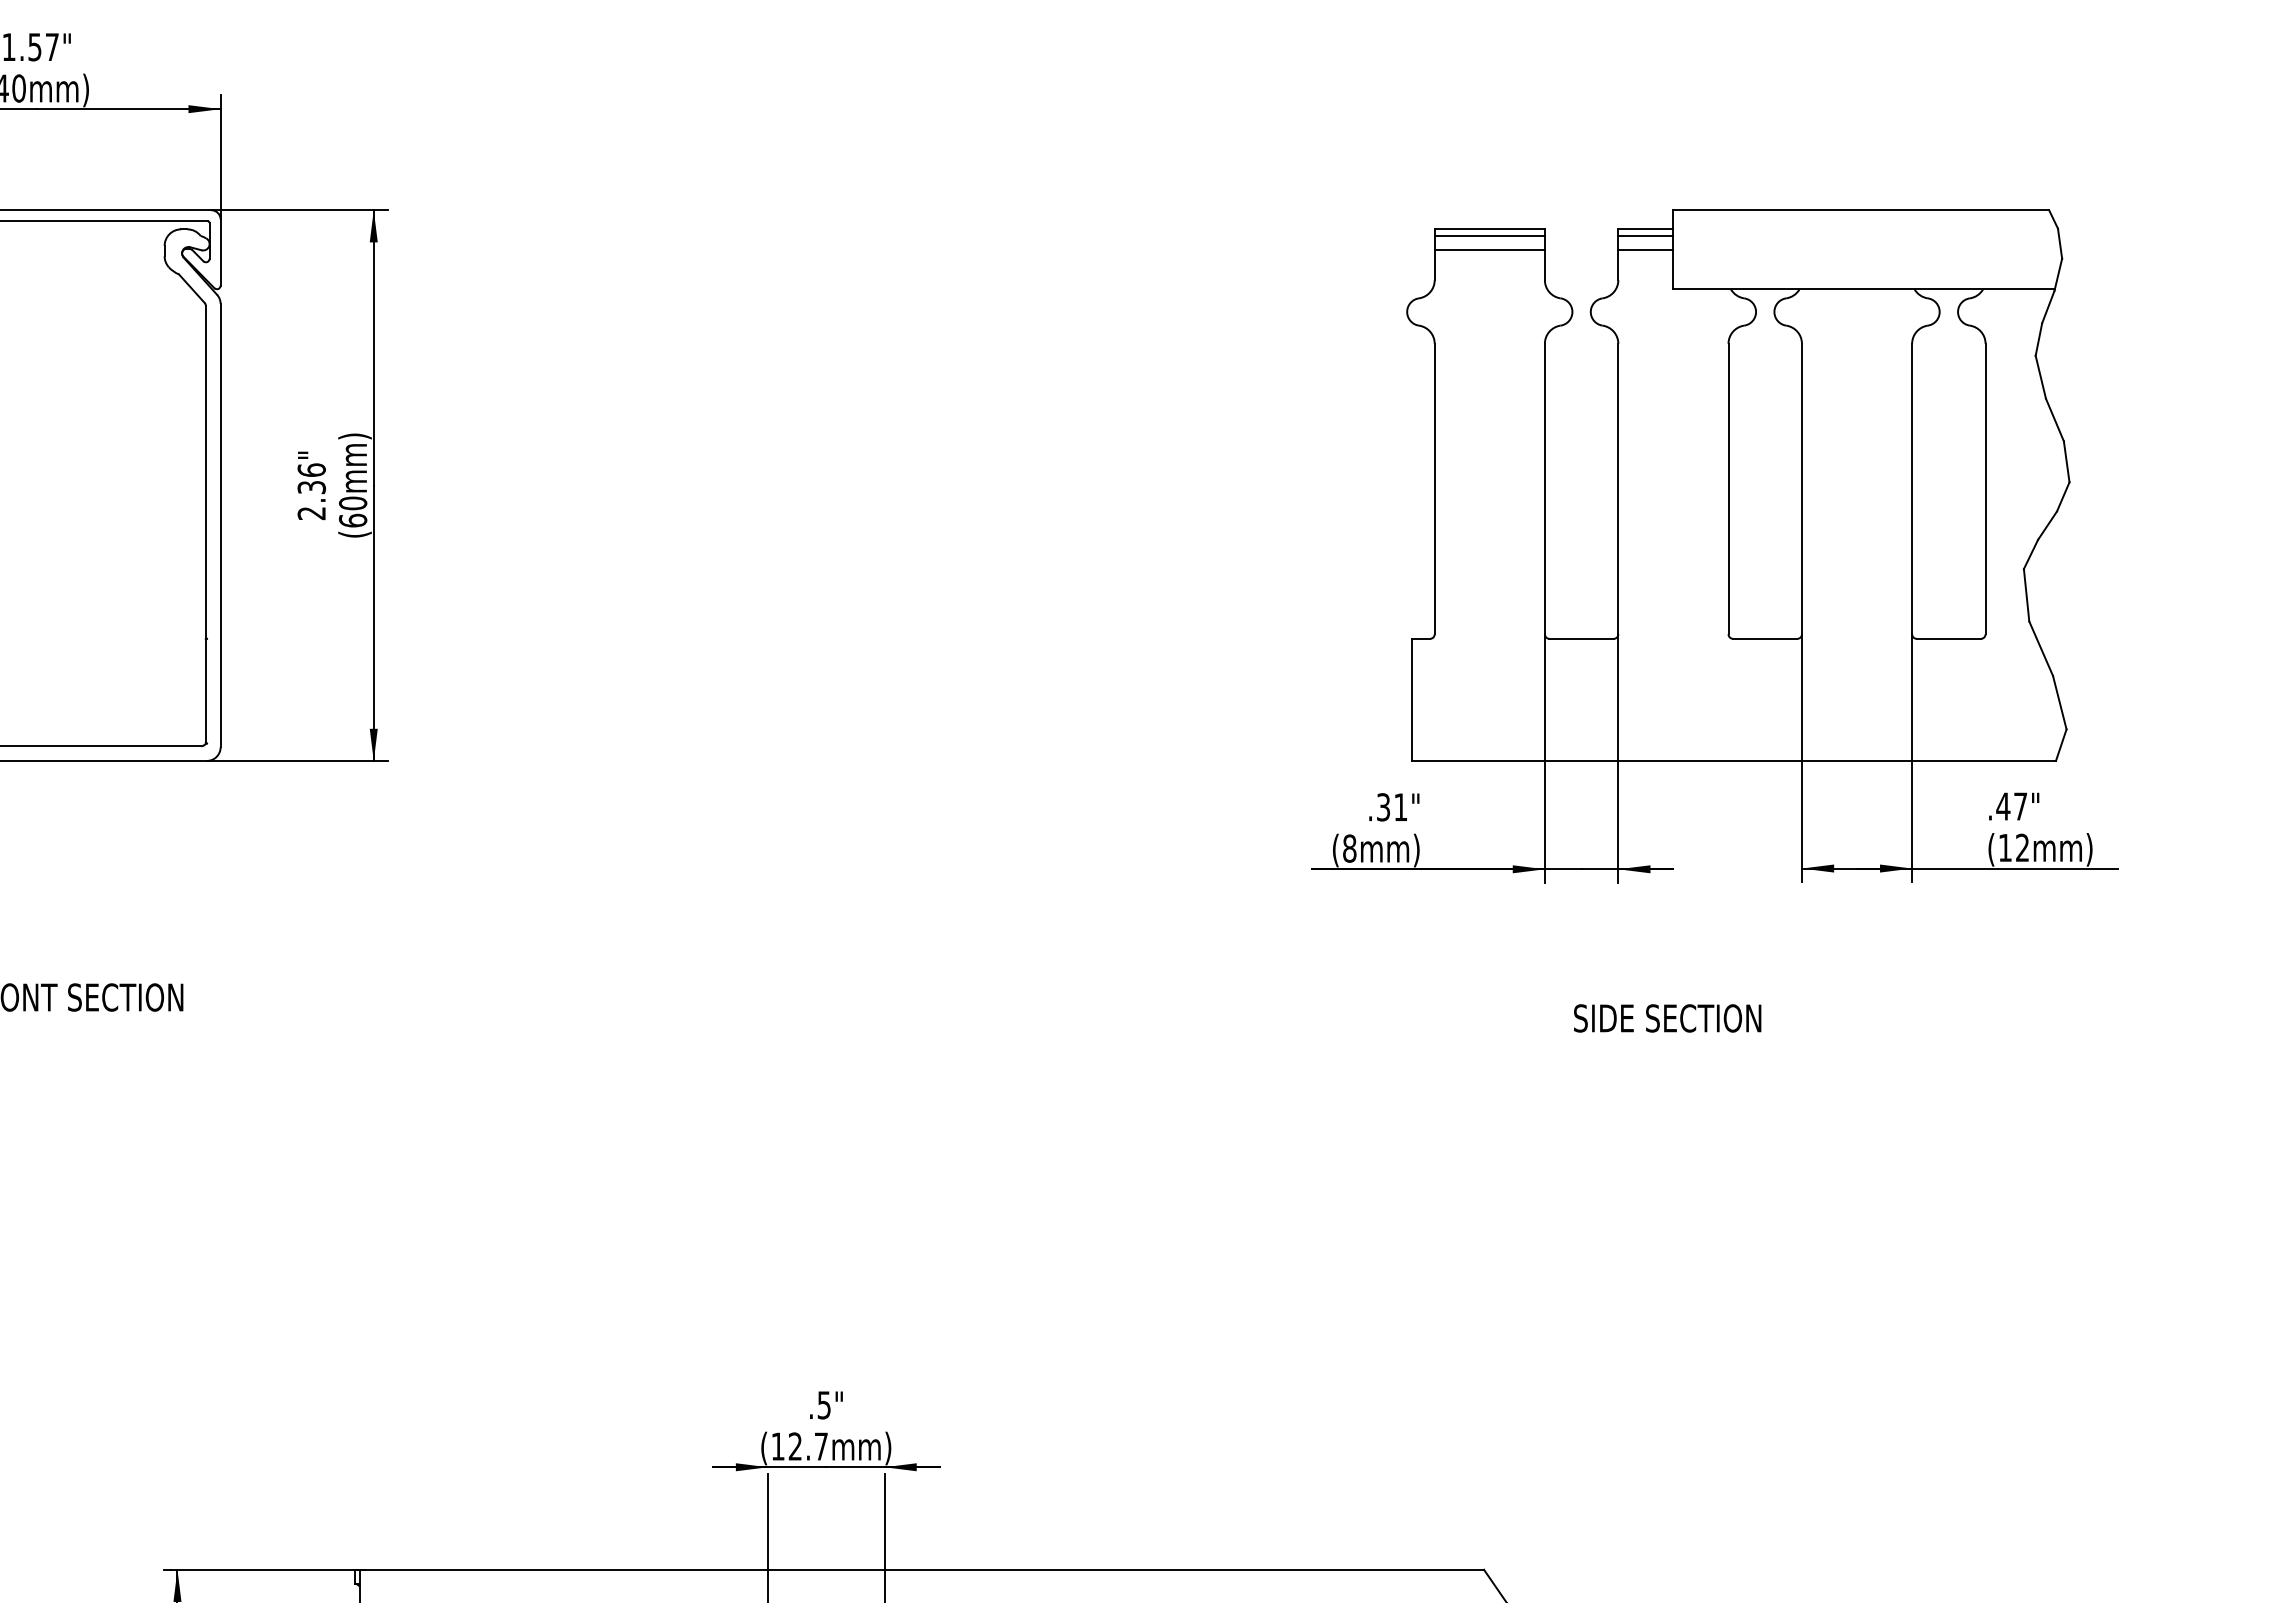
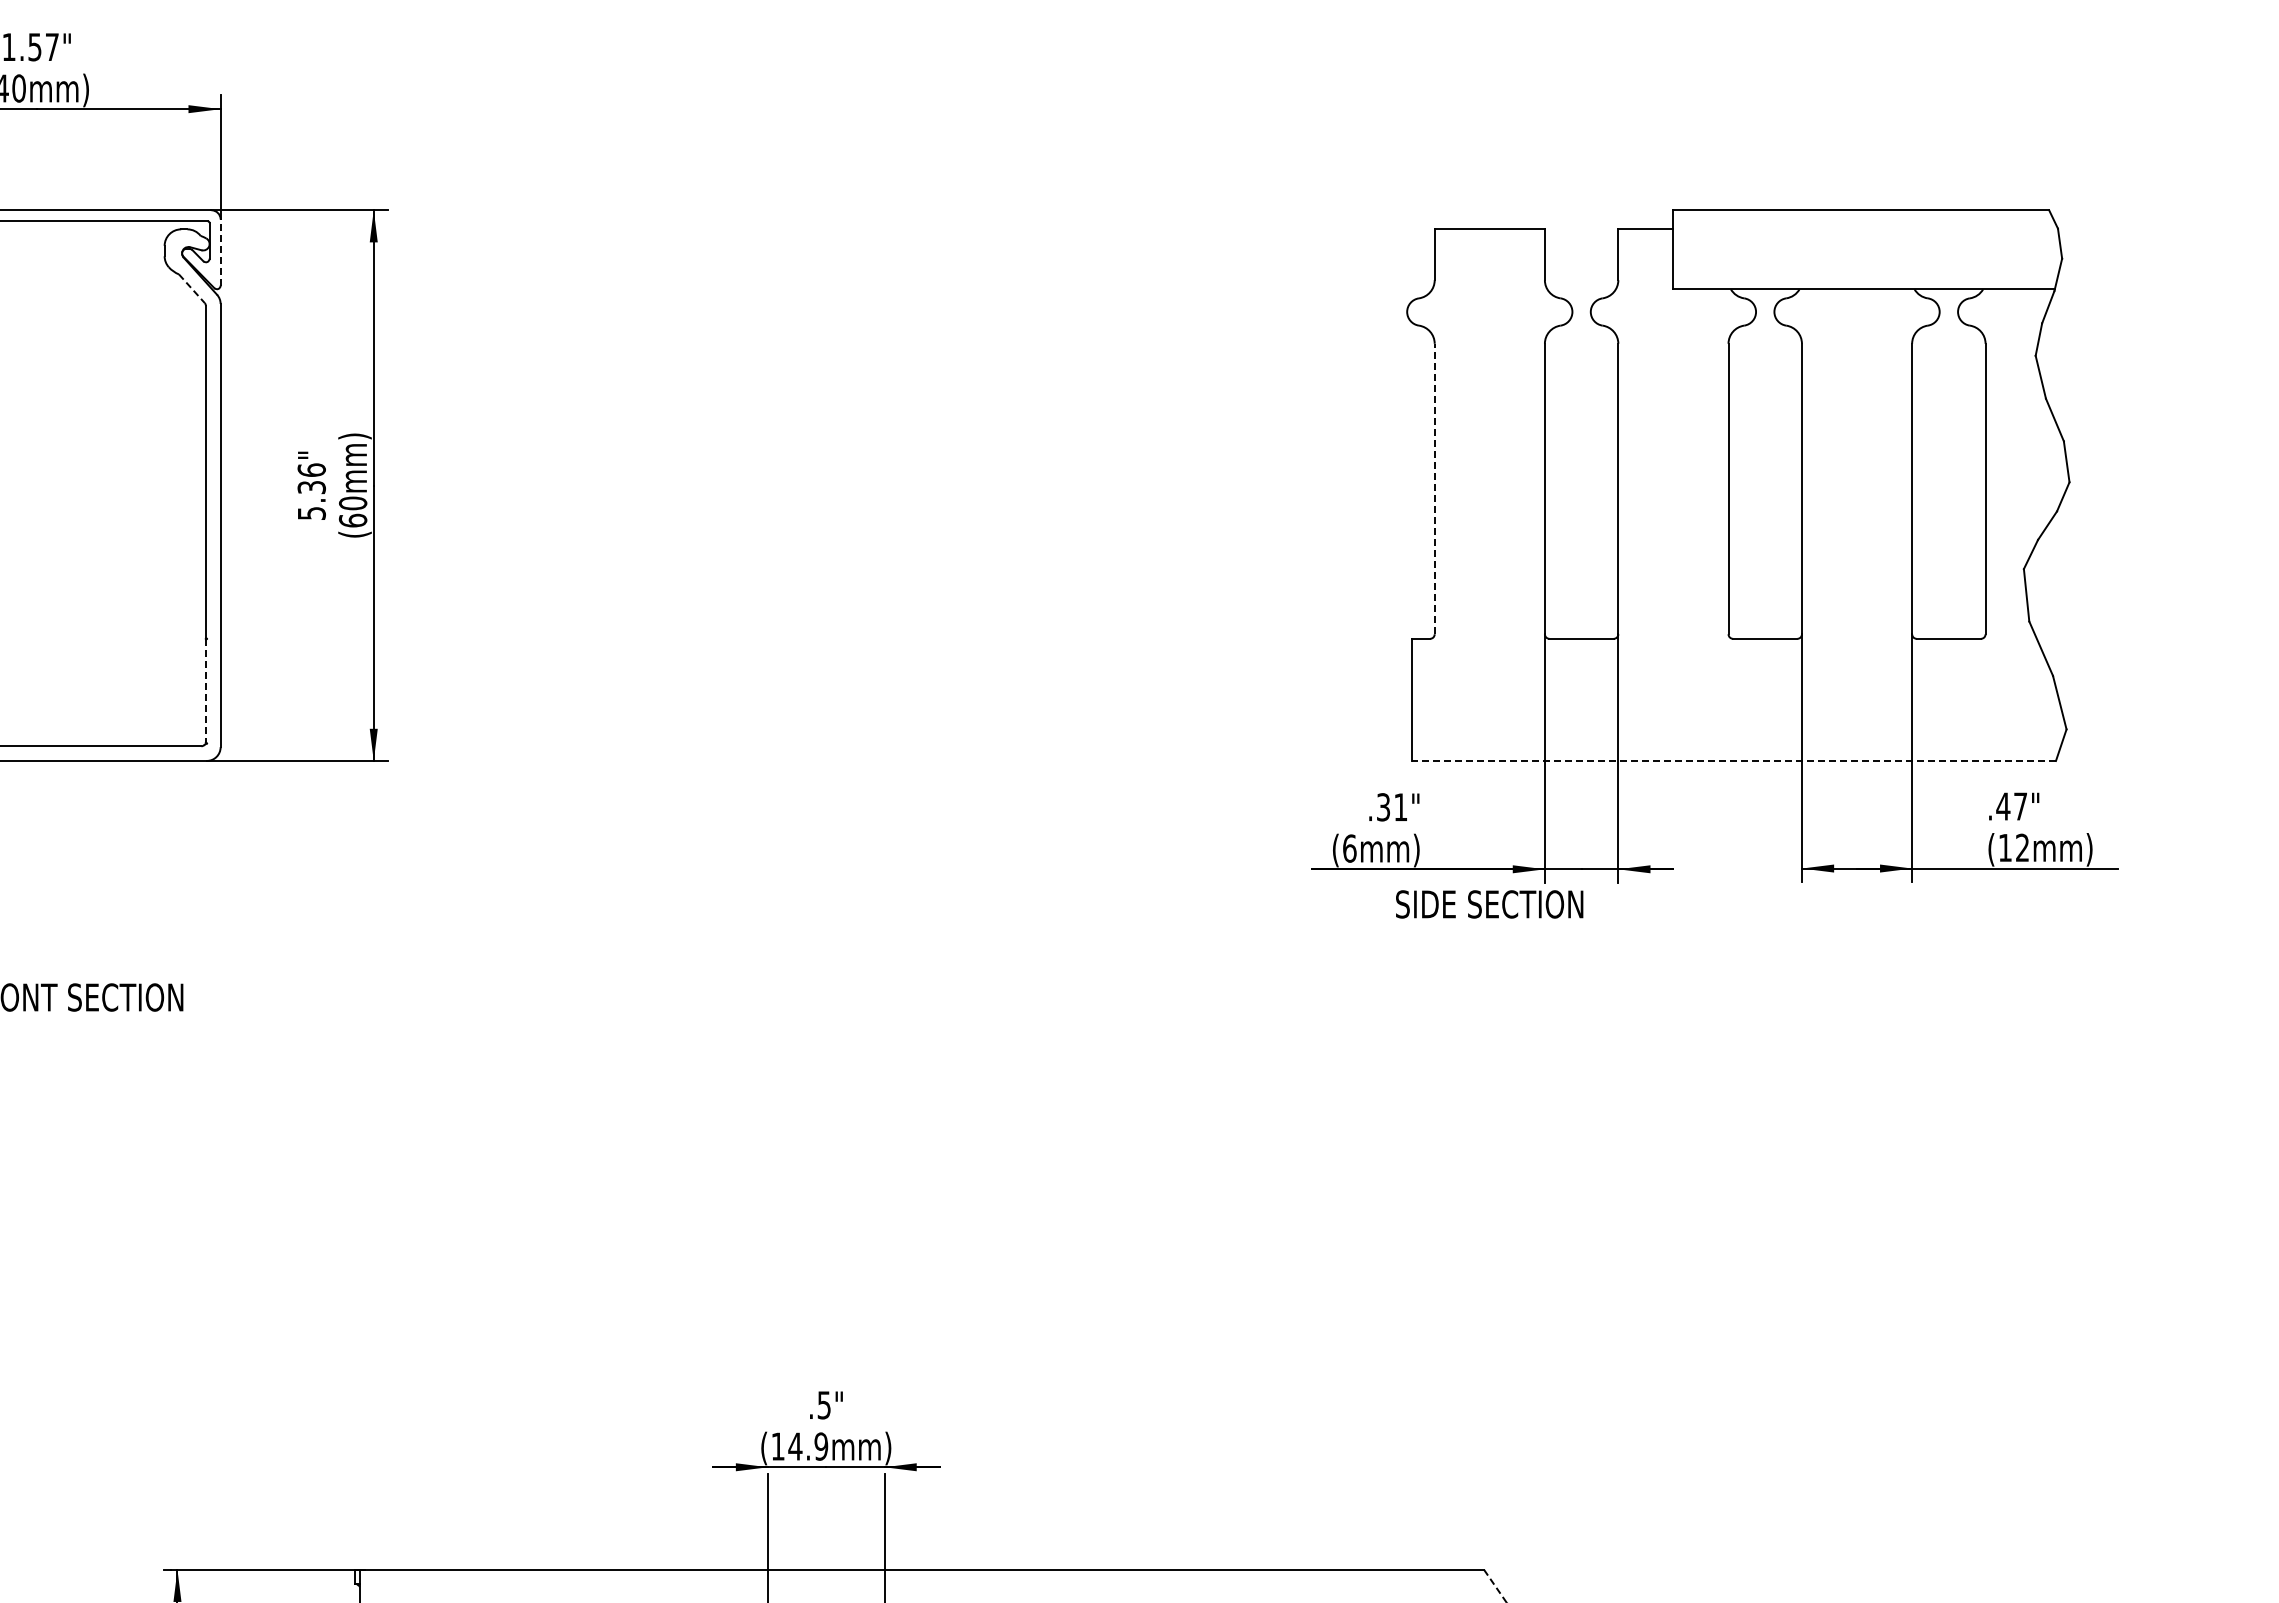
line at (1489, 235): present -> none
line at (1645, 235): present -> none
line at (1489, 250): present -> none
line at (1645, 250): present -> none
line at (220, 252): solid -> dashed
line at (192, 289): solid -> dashed
line at (1434, 488): solid -> dashed
text at (311, 513): 2.36" -> 5.36"
line at (205, 691): solid -> dashed
line at (1733, 760): solid -> dashed
text at (1349, 848): (8mm) -> (6mm)
text at (1667, 1018) position: (1667, 1018) -> (1489, 904)
text at (808, 1446): (12.7mm) -> (14.9mm)
line at (1495, 1586): solid -> dashed
